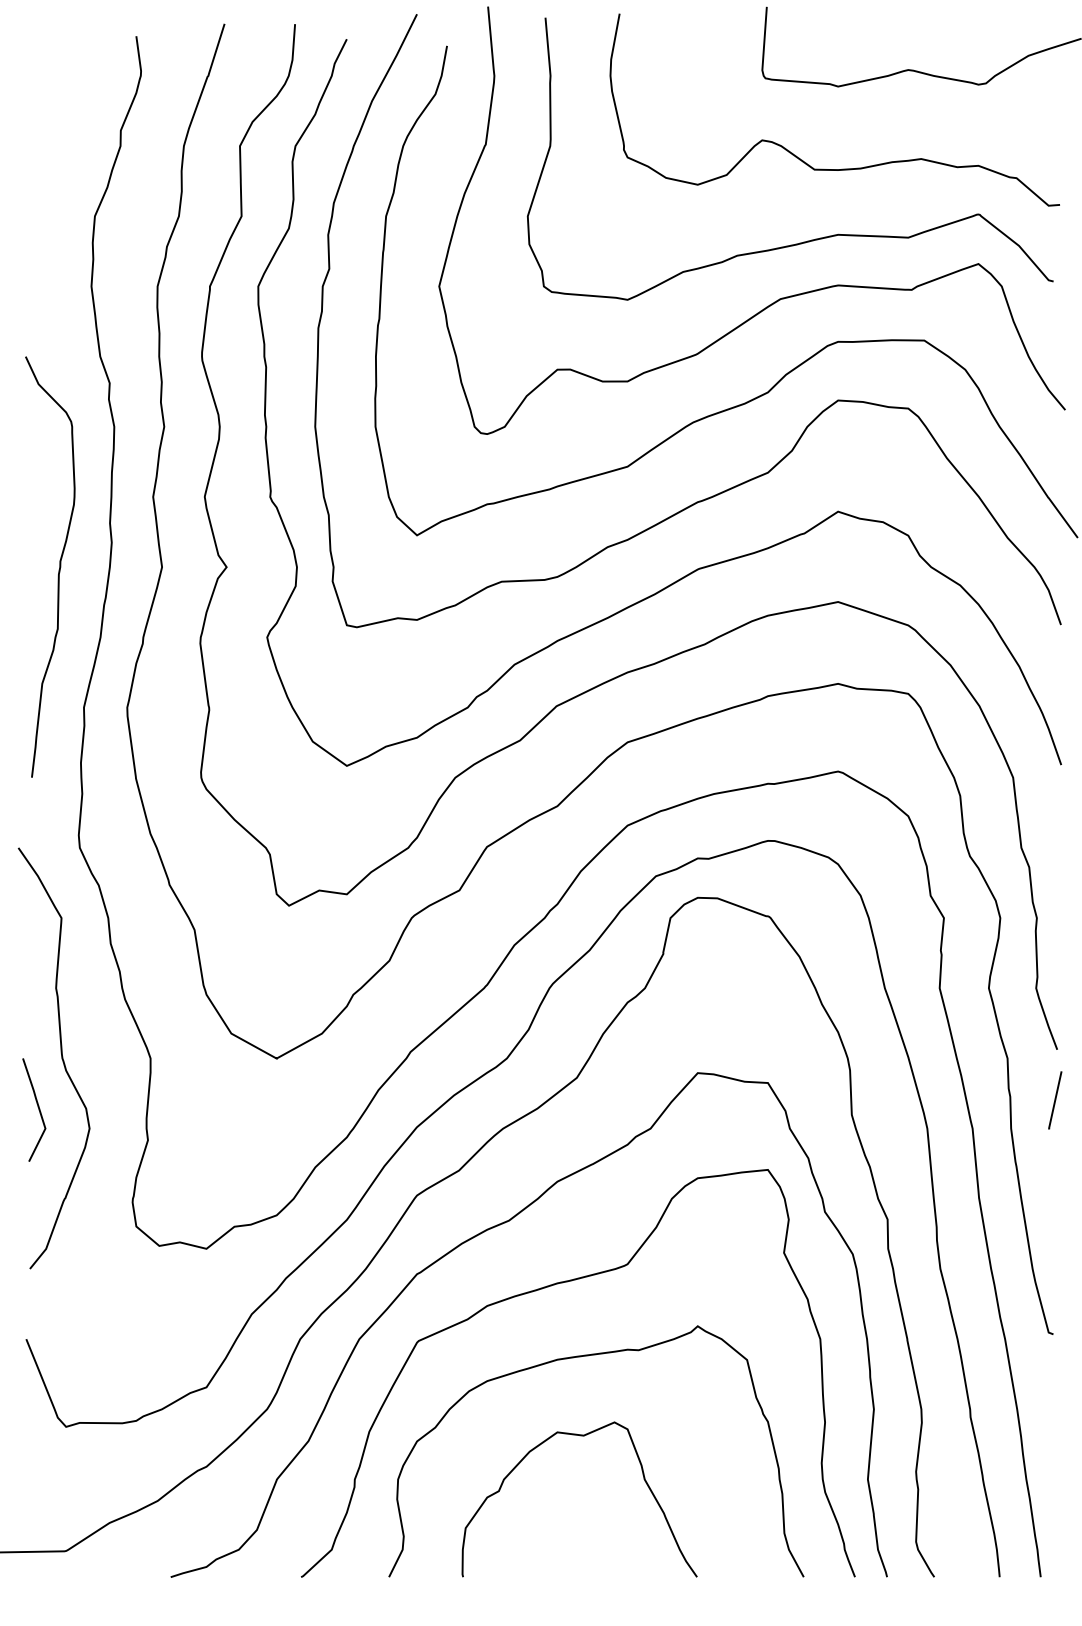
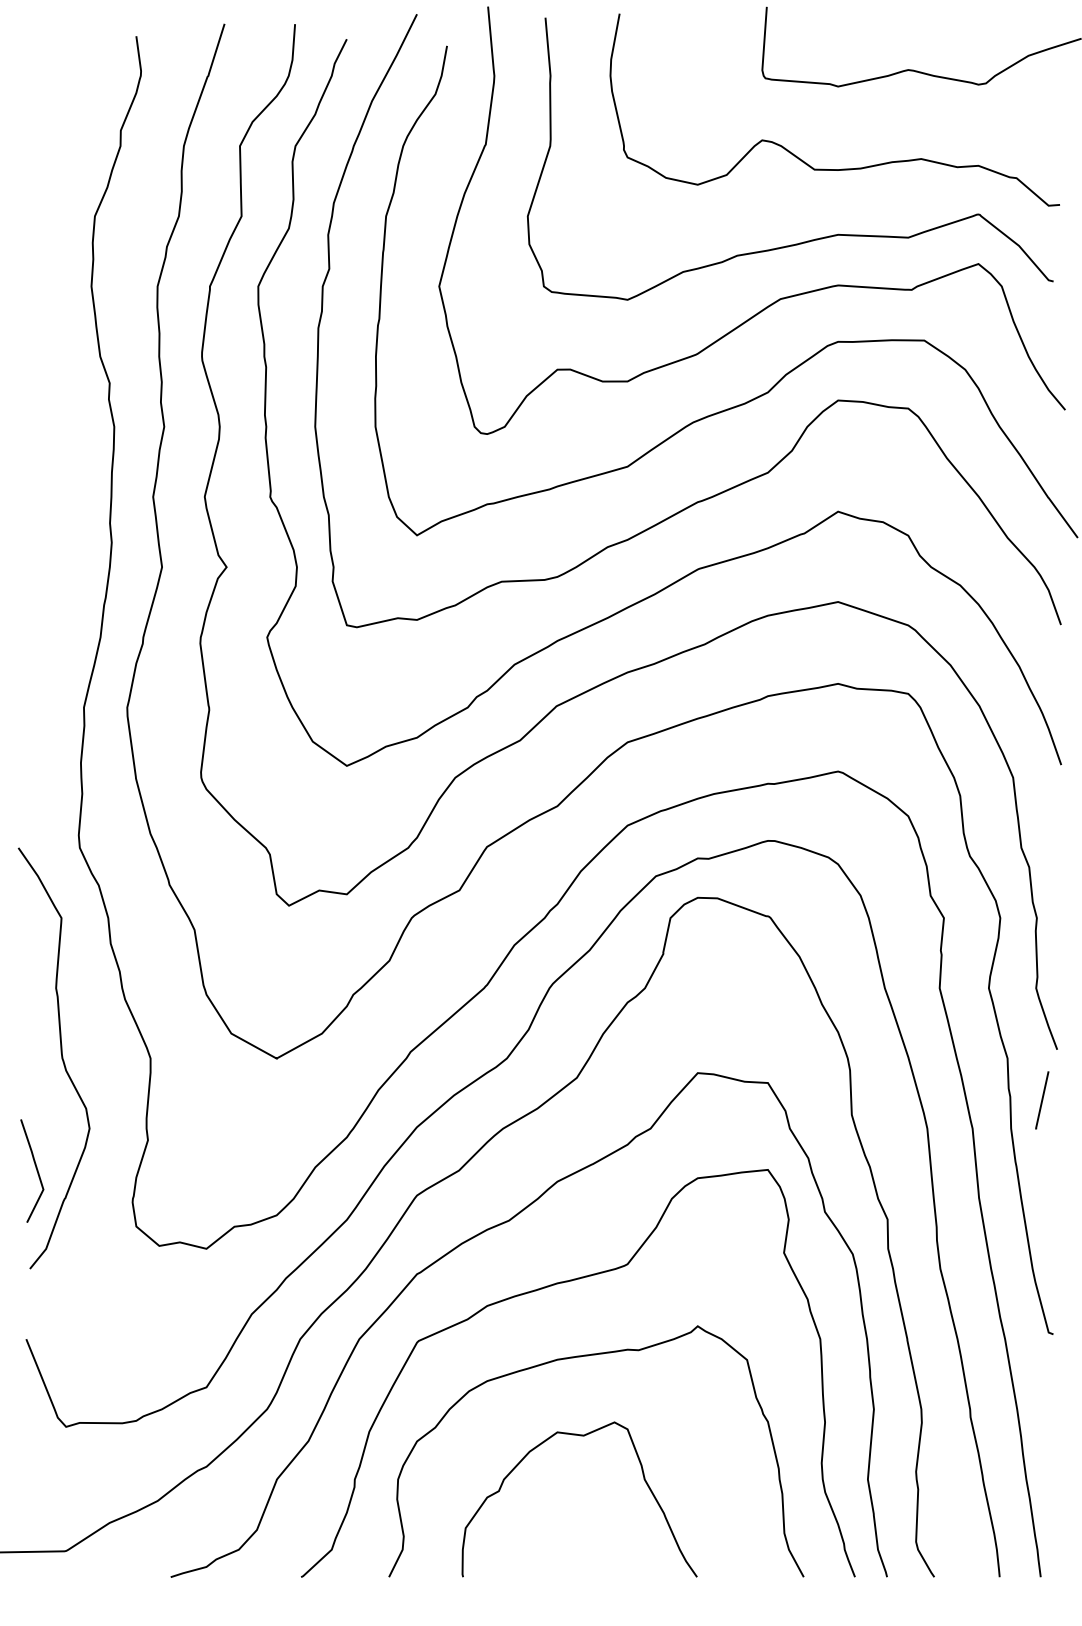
curve at (58, 569): present -> none
line at (1055, 1100) position: (1055, 1100) -> (1042, 1100)
line at (37, 1107) position: (37, 1107) -> (35, 1168)
